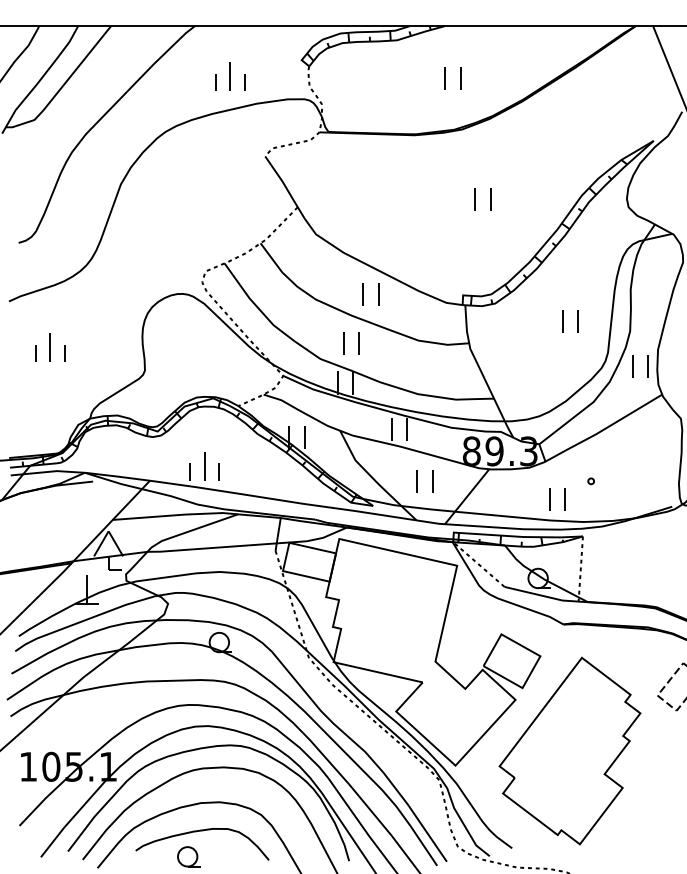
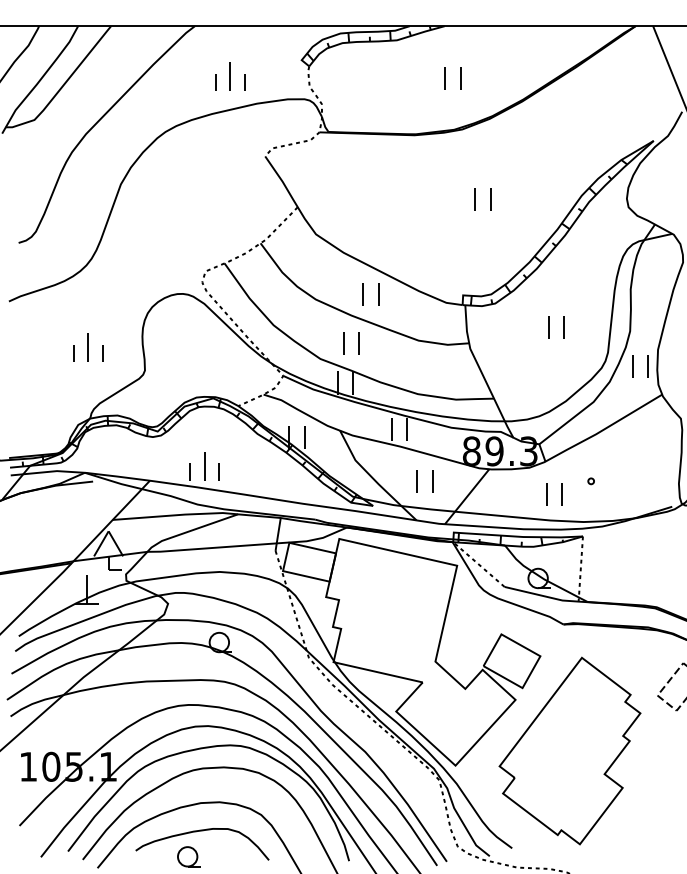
part at (563, 321) position: (563, 321) -> (549, 327)
part at (50, 347) position: (50, 347) -> (88, 347)
part at (550, 499) position: (550, 499) -> (547, 494)
